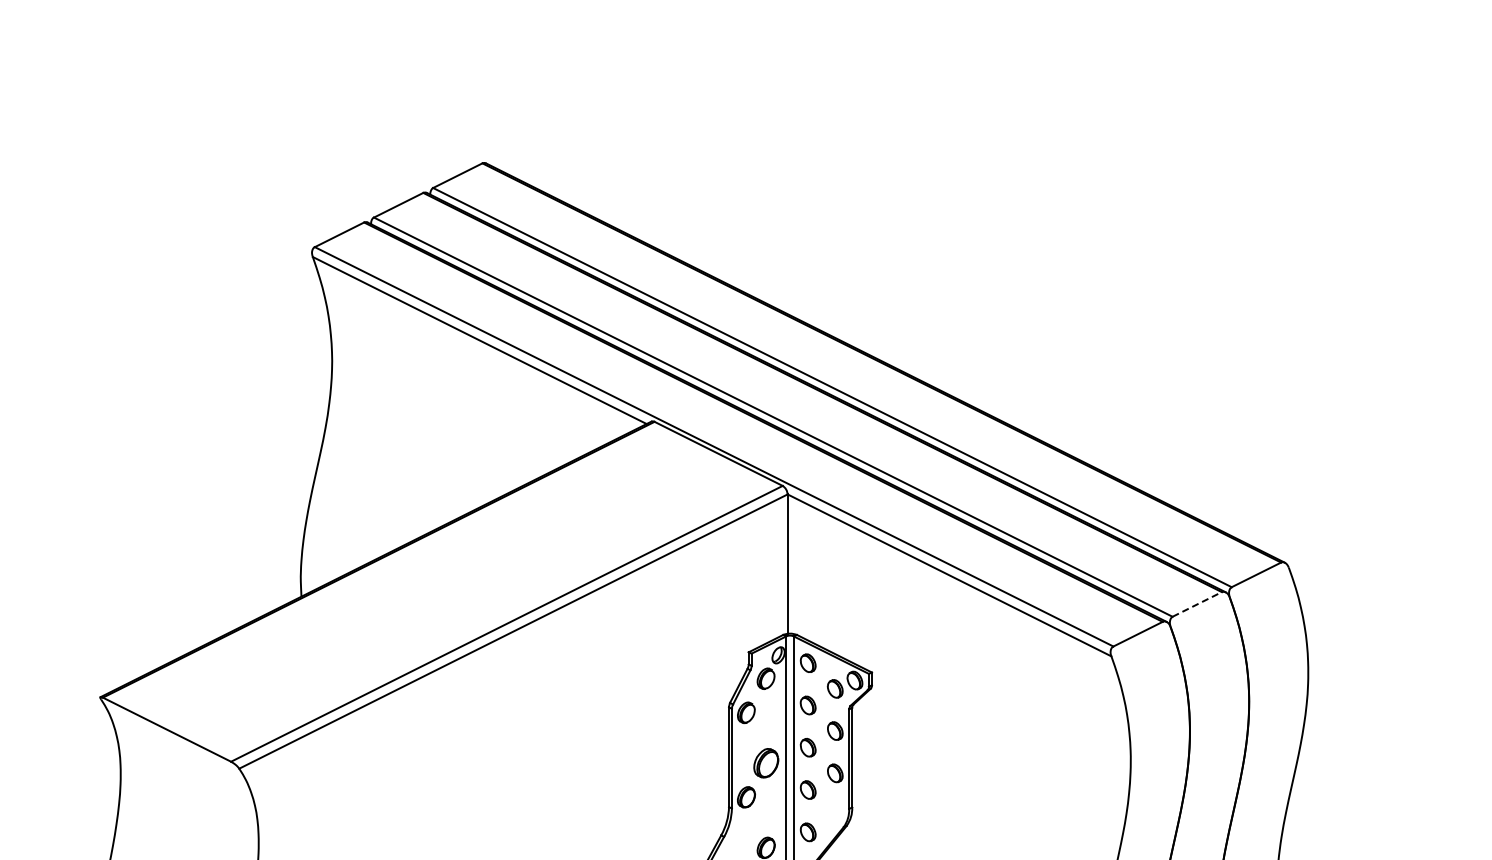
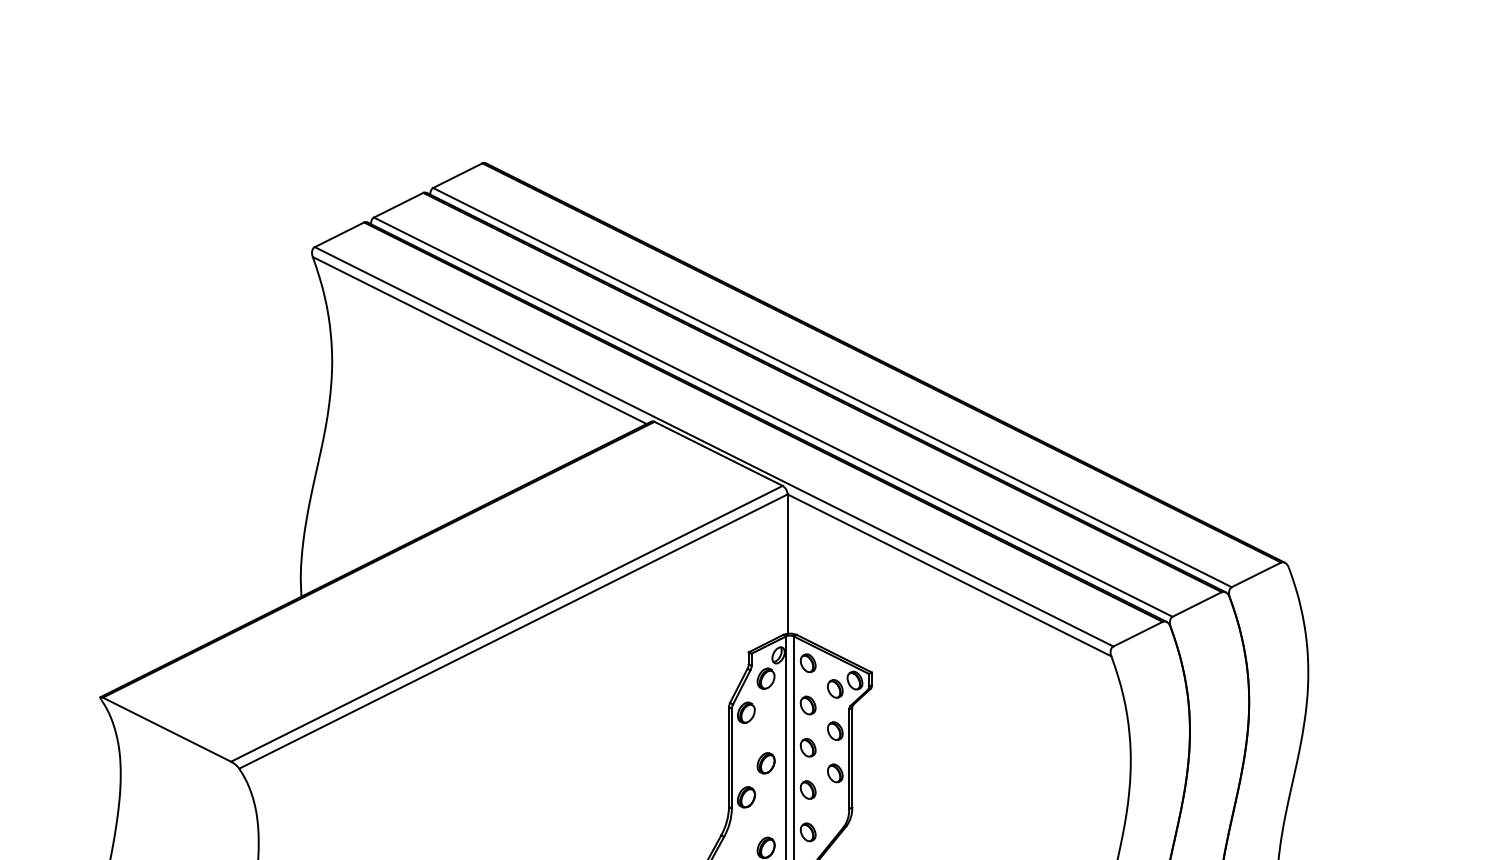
line at (1197, 604): dashed -> solid
part at (766, 763) size: 27x31 px -> 20x23 px
